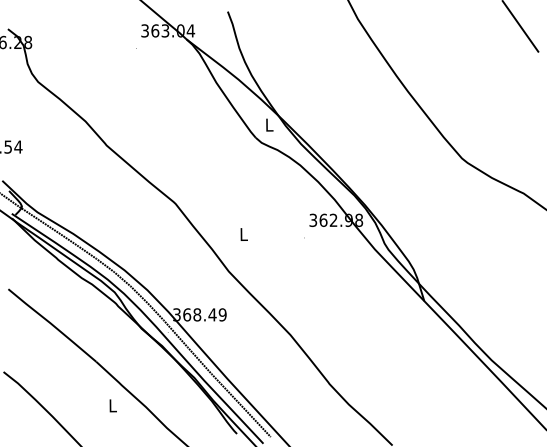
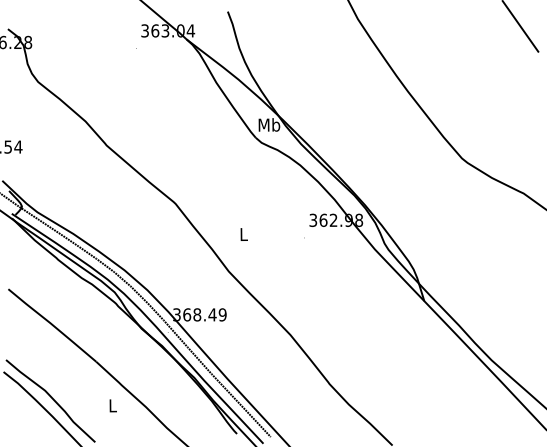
text at (269, 124): L -> Mb
curve at (51, 398): none -> present
